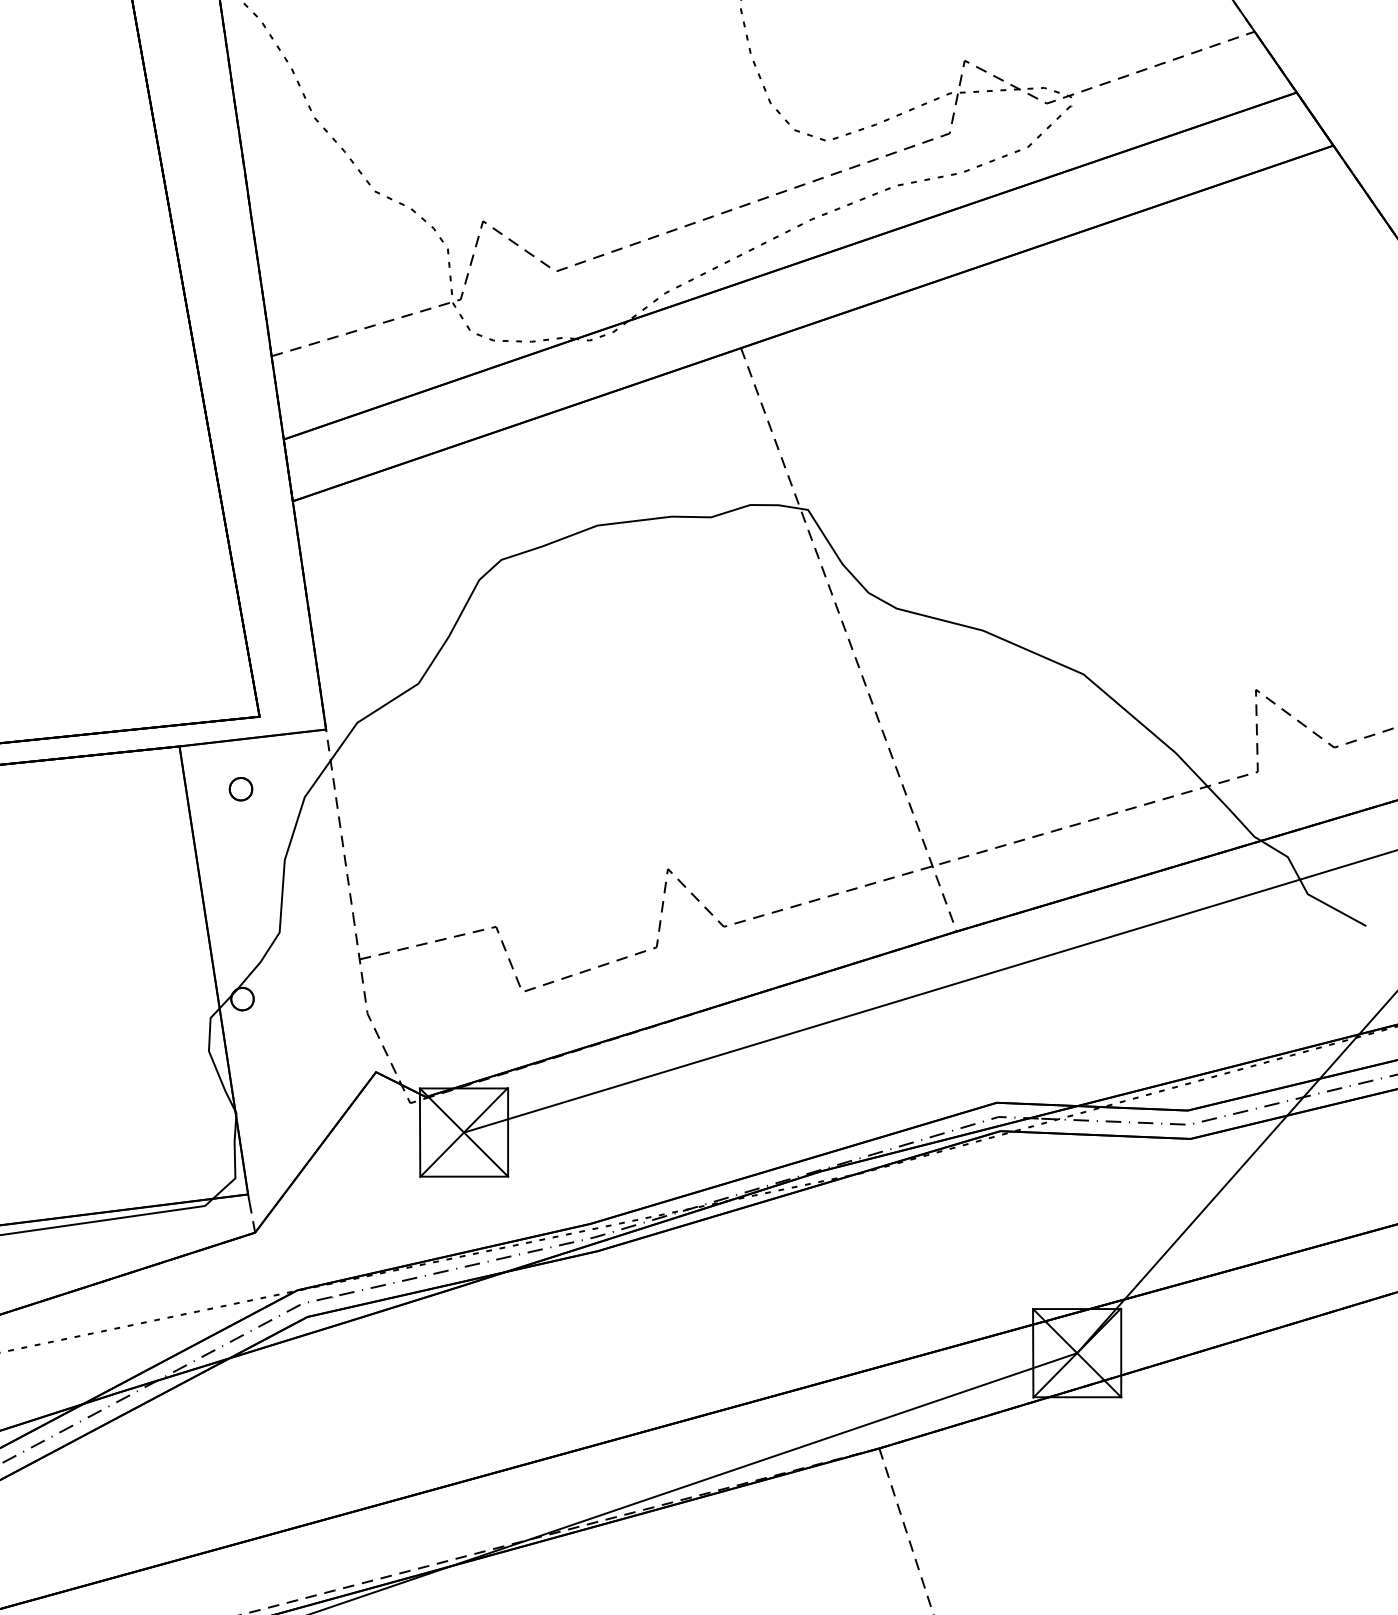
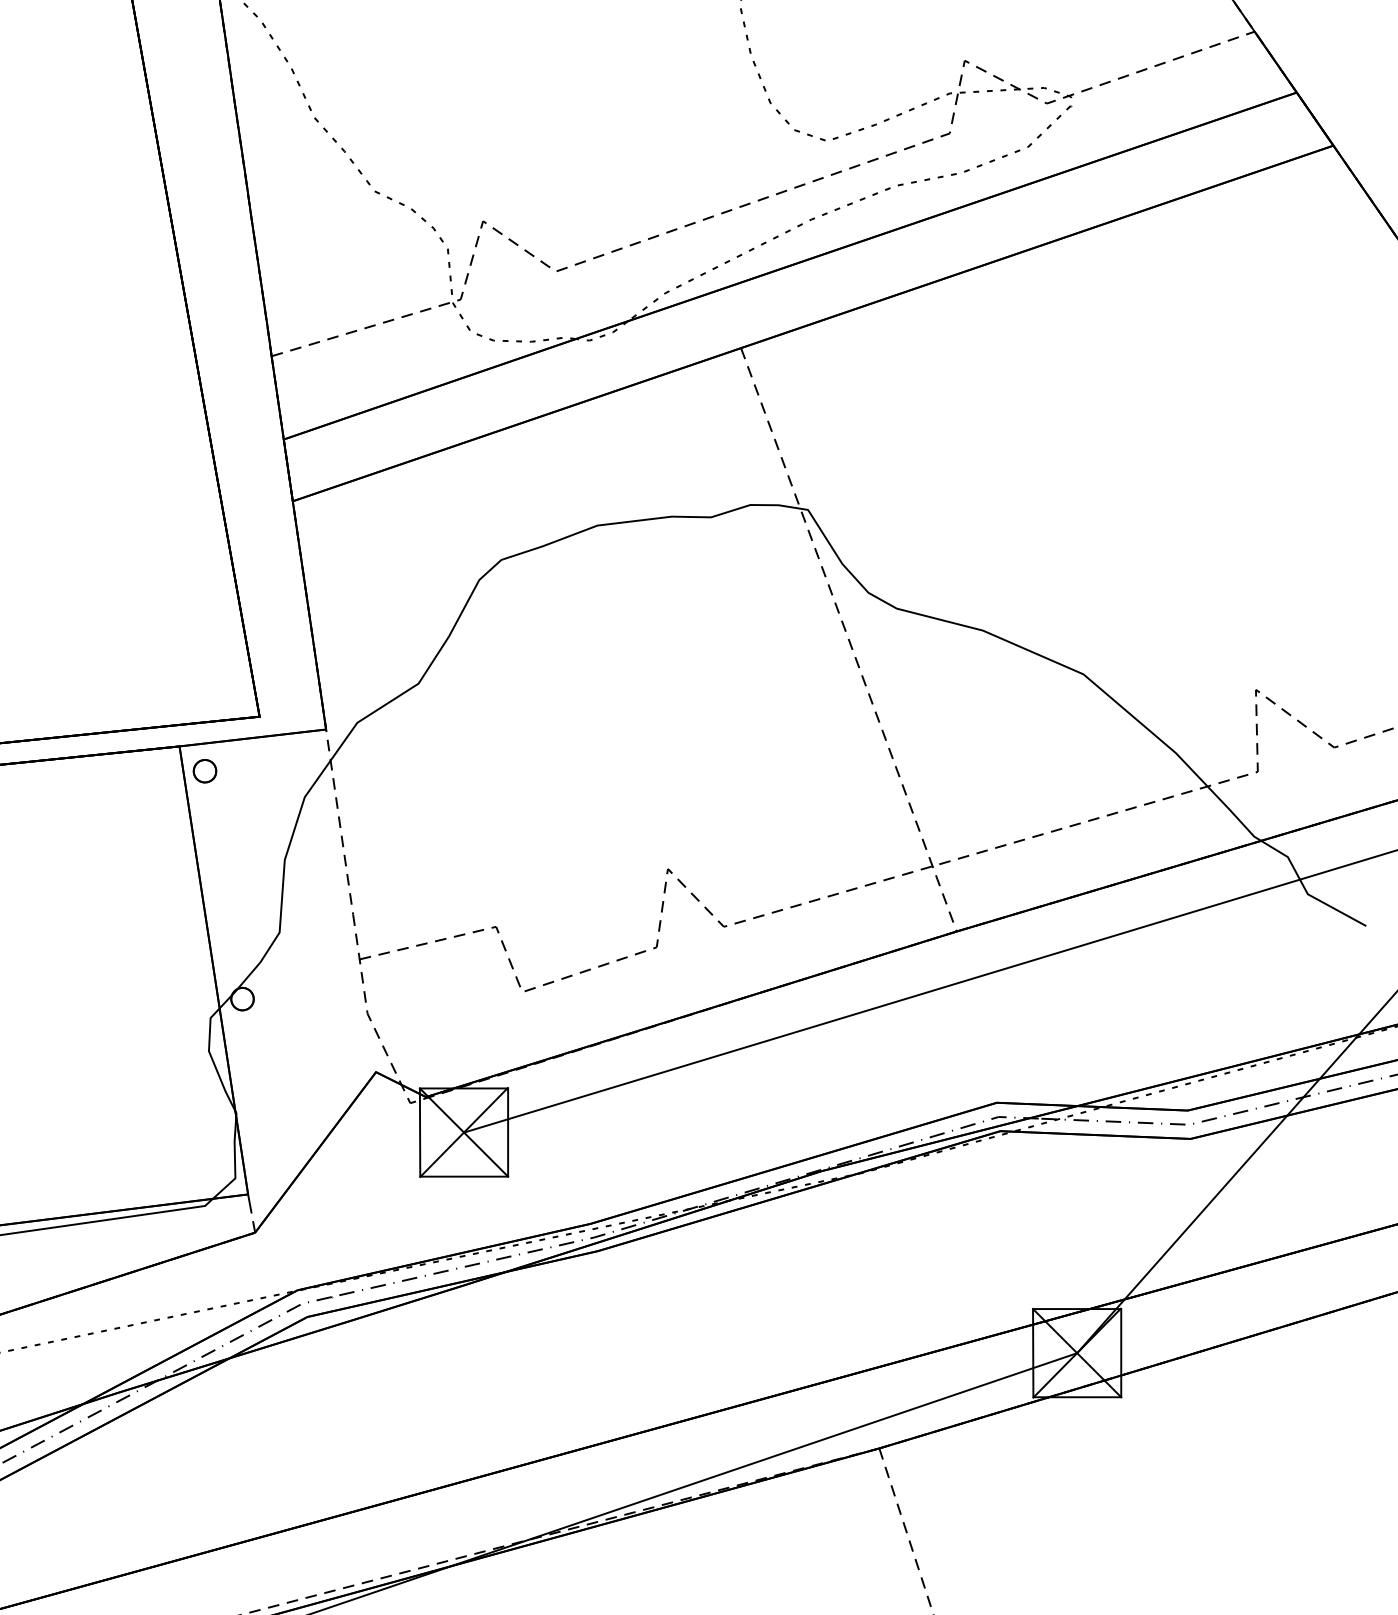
part at (240, 789) position: (240, 789) -> (204, 771)
